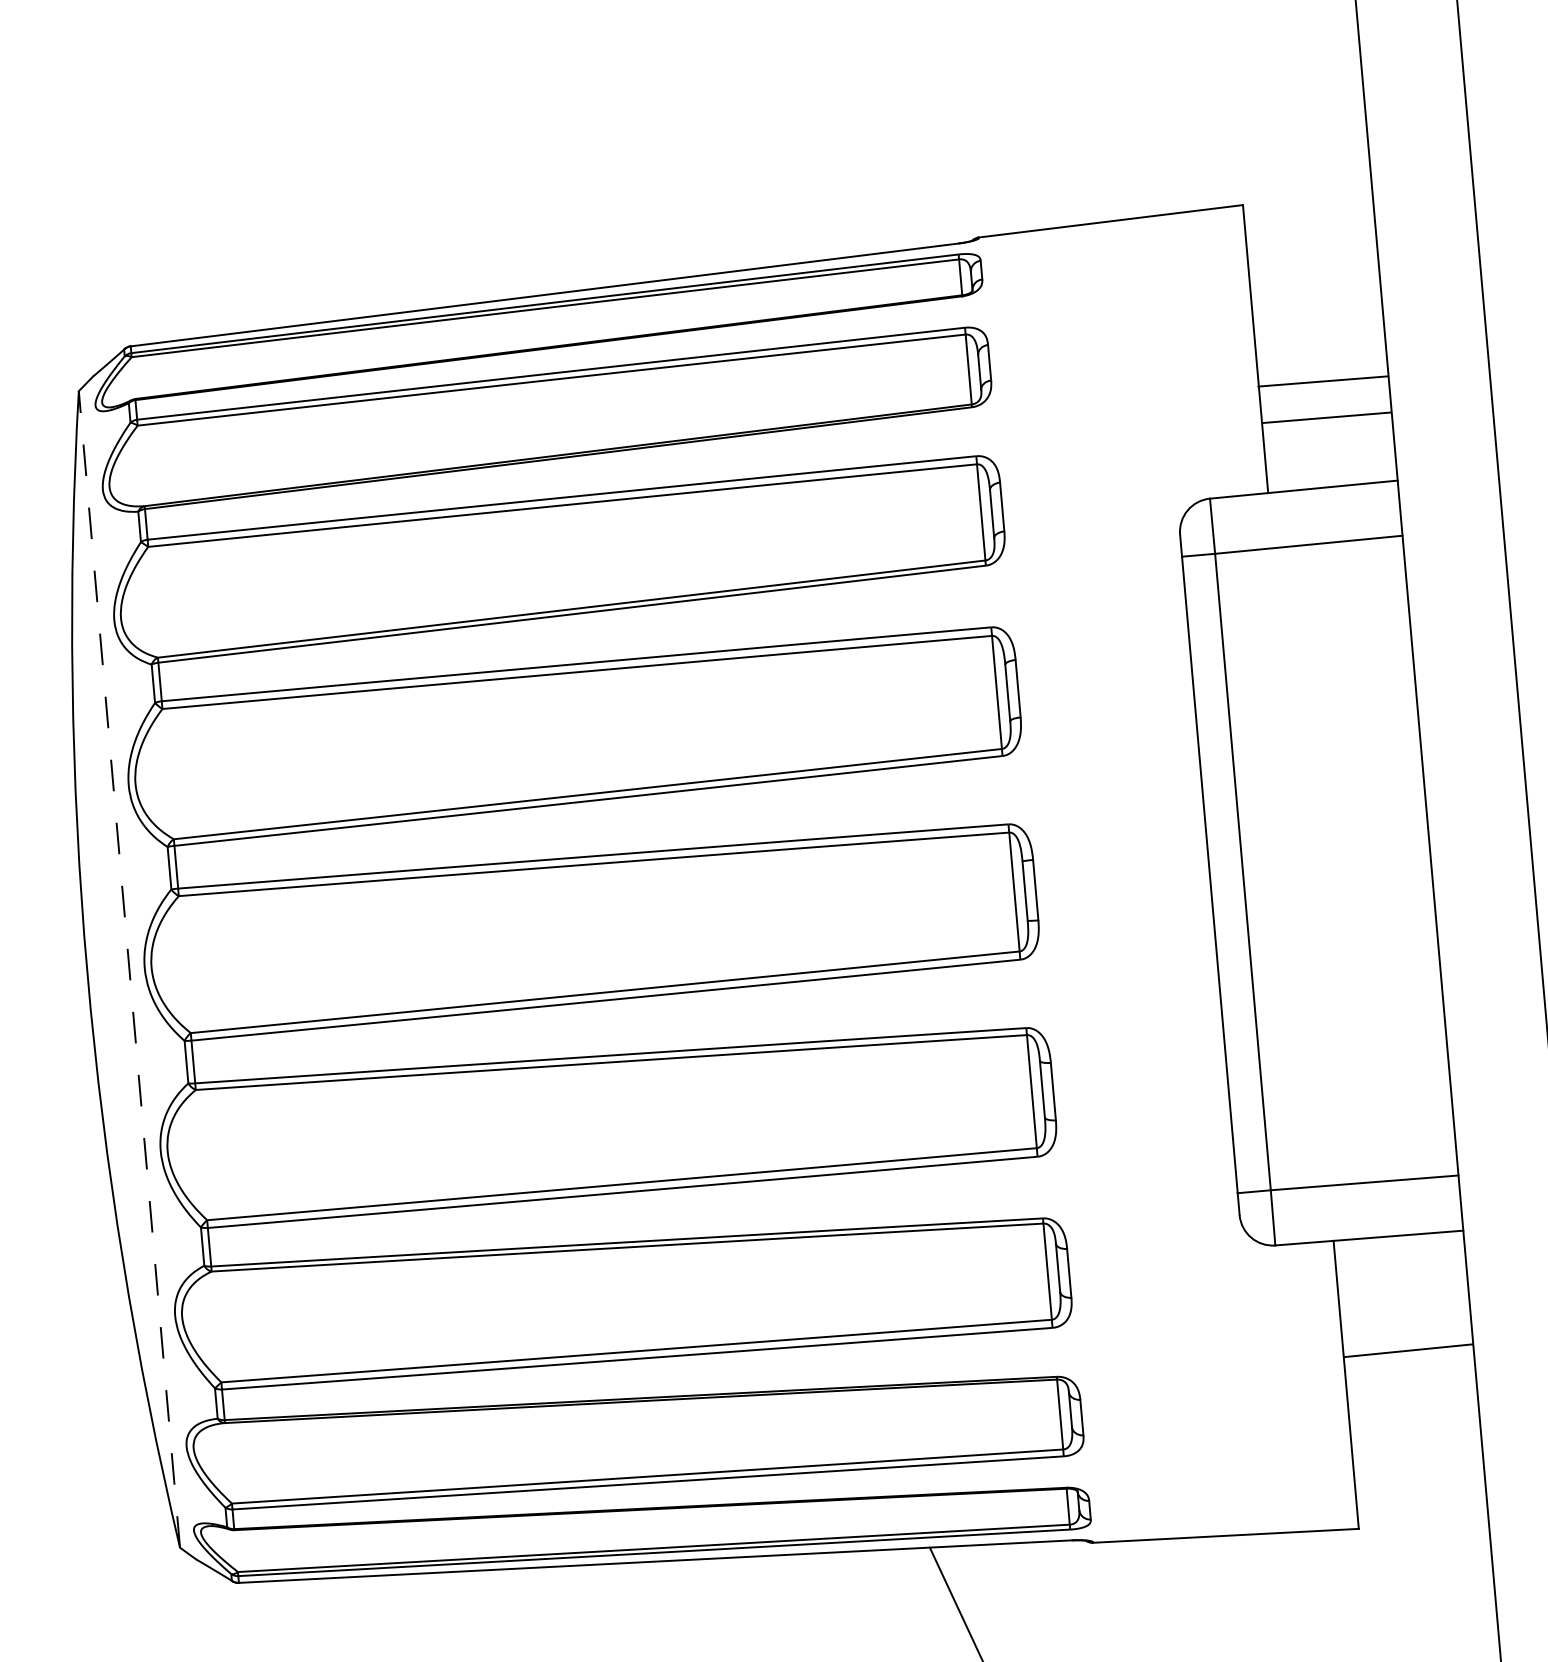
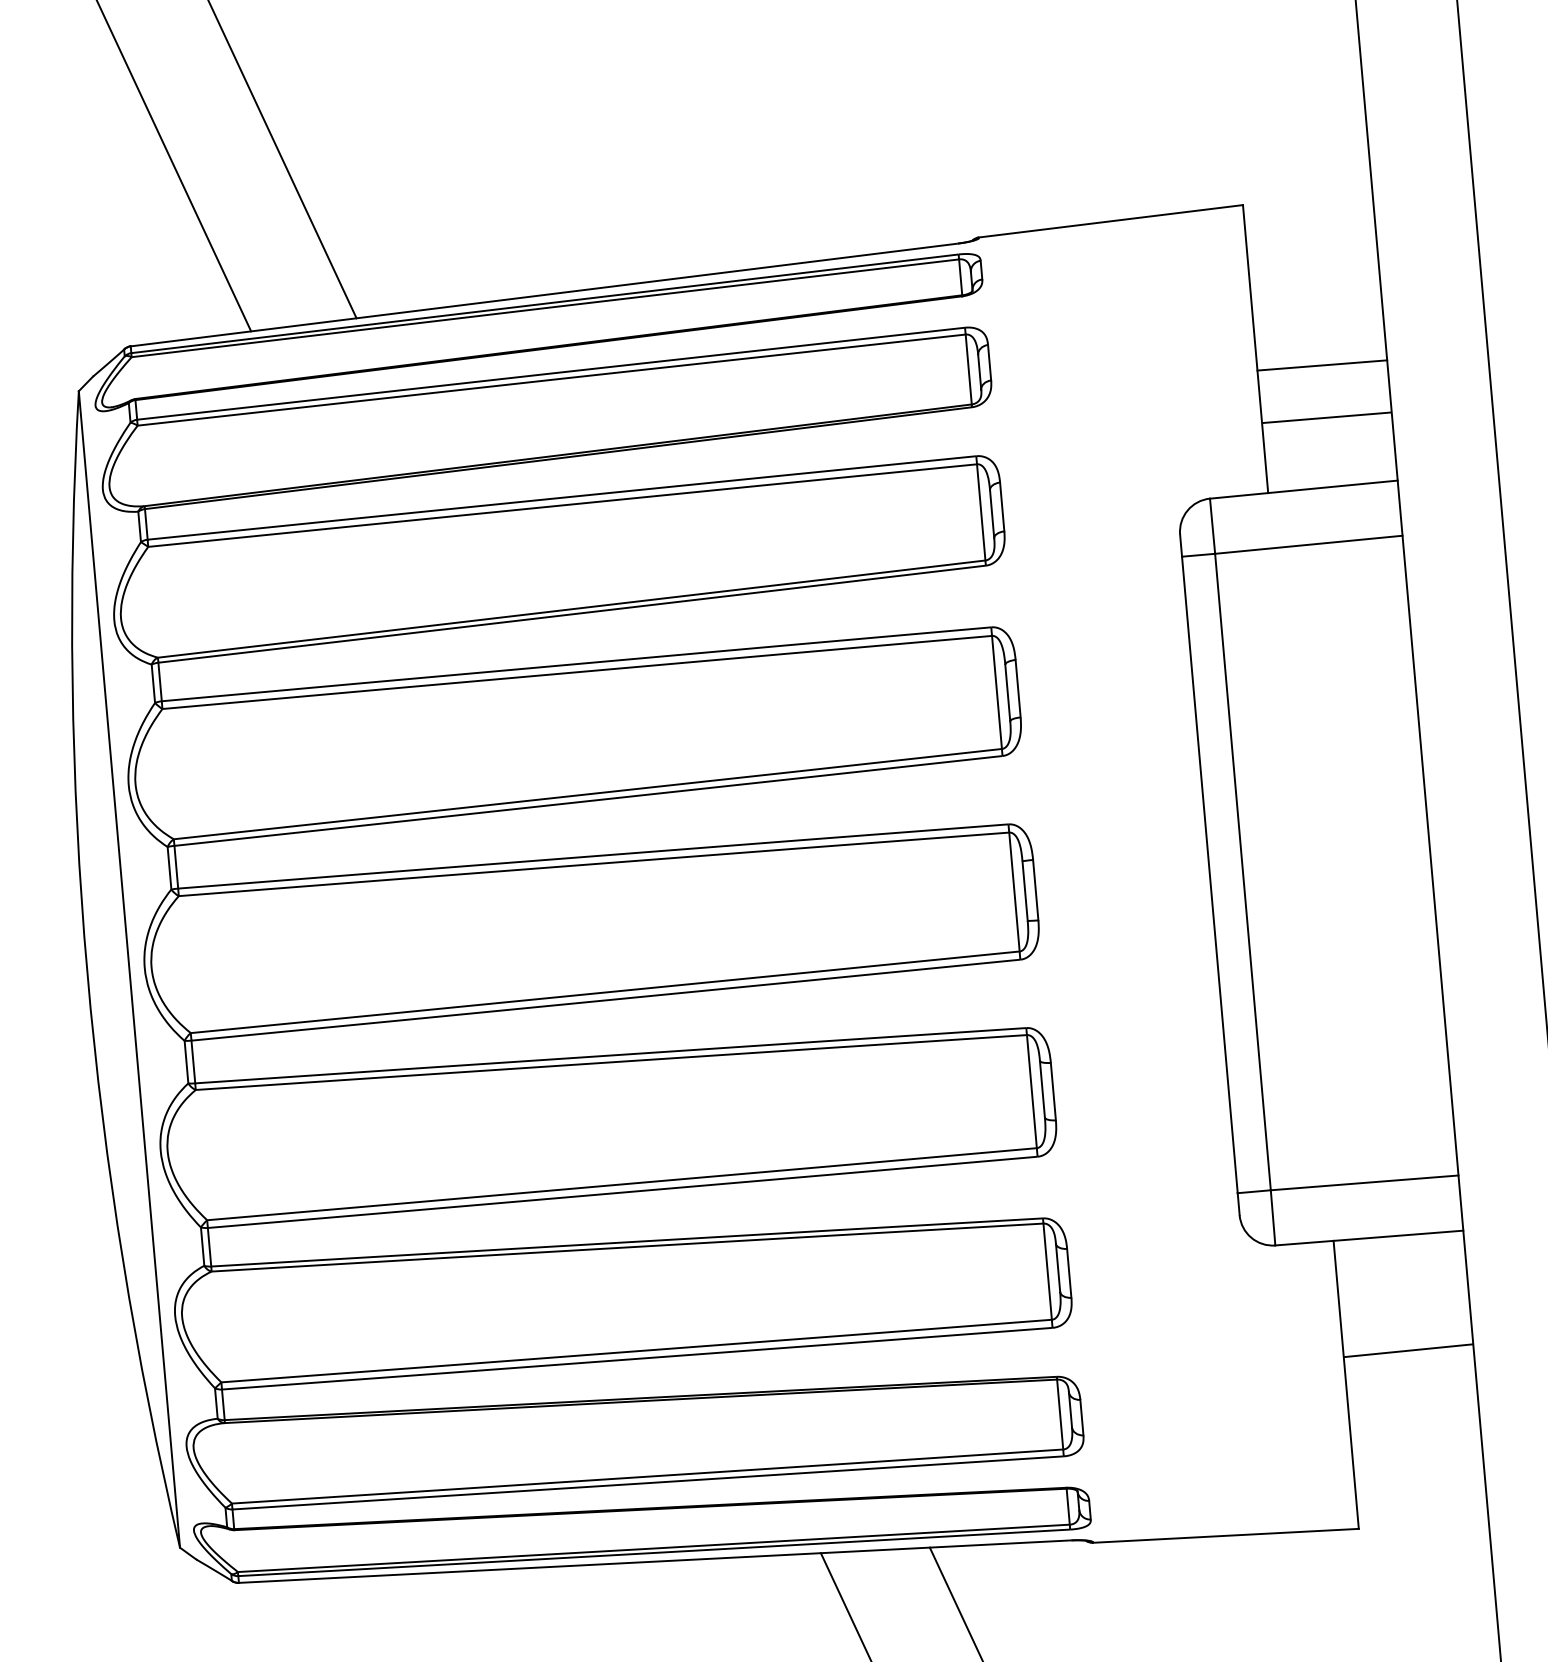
line at (282, 160): none -> present
line at (174, 166): none -> present
line at (1323, 381) position: (1323, 381) -> (1322, 365)
line at (129, 968): dashed -> solid
line at (844, 1605): none -> present
